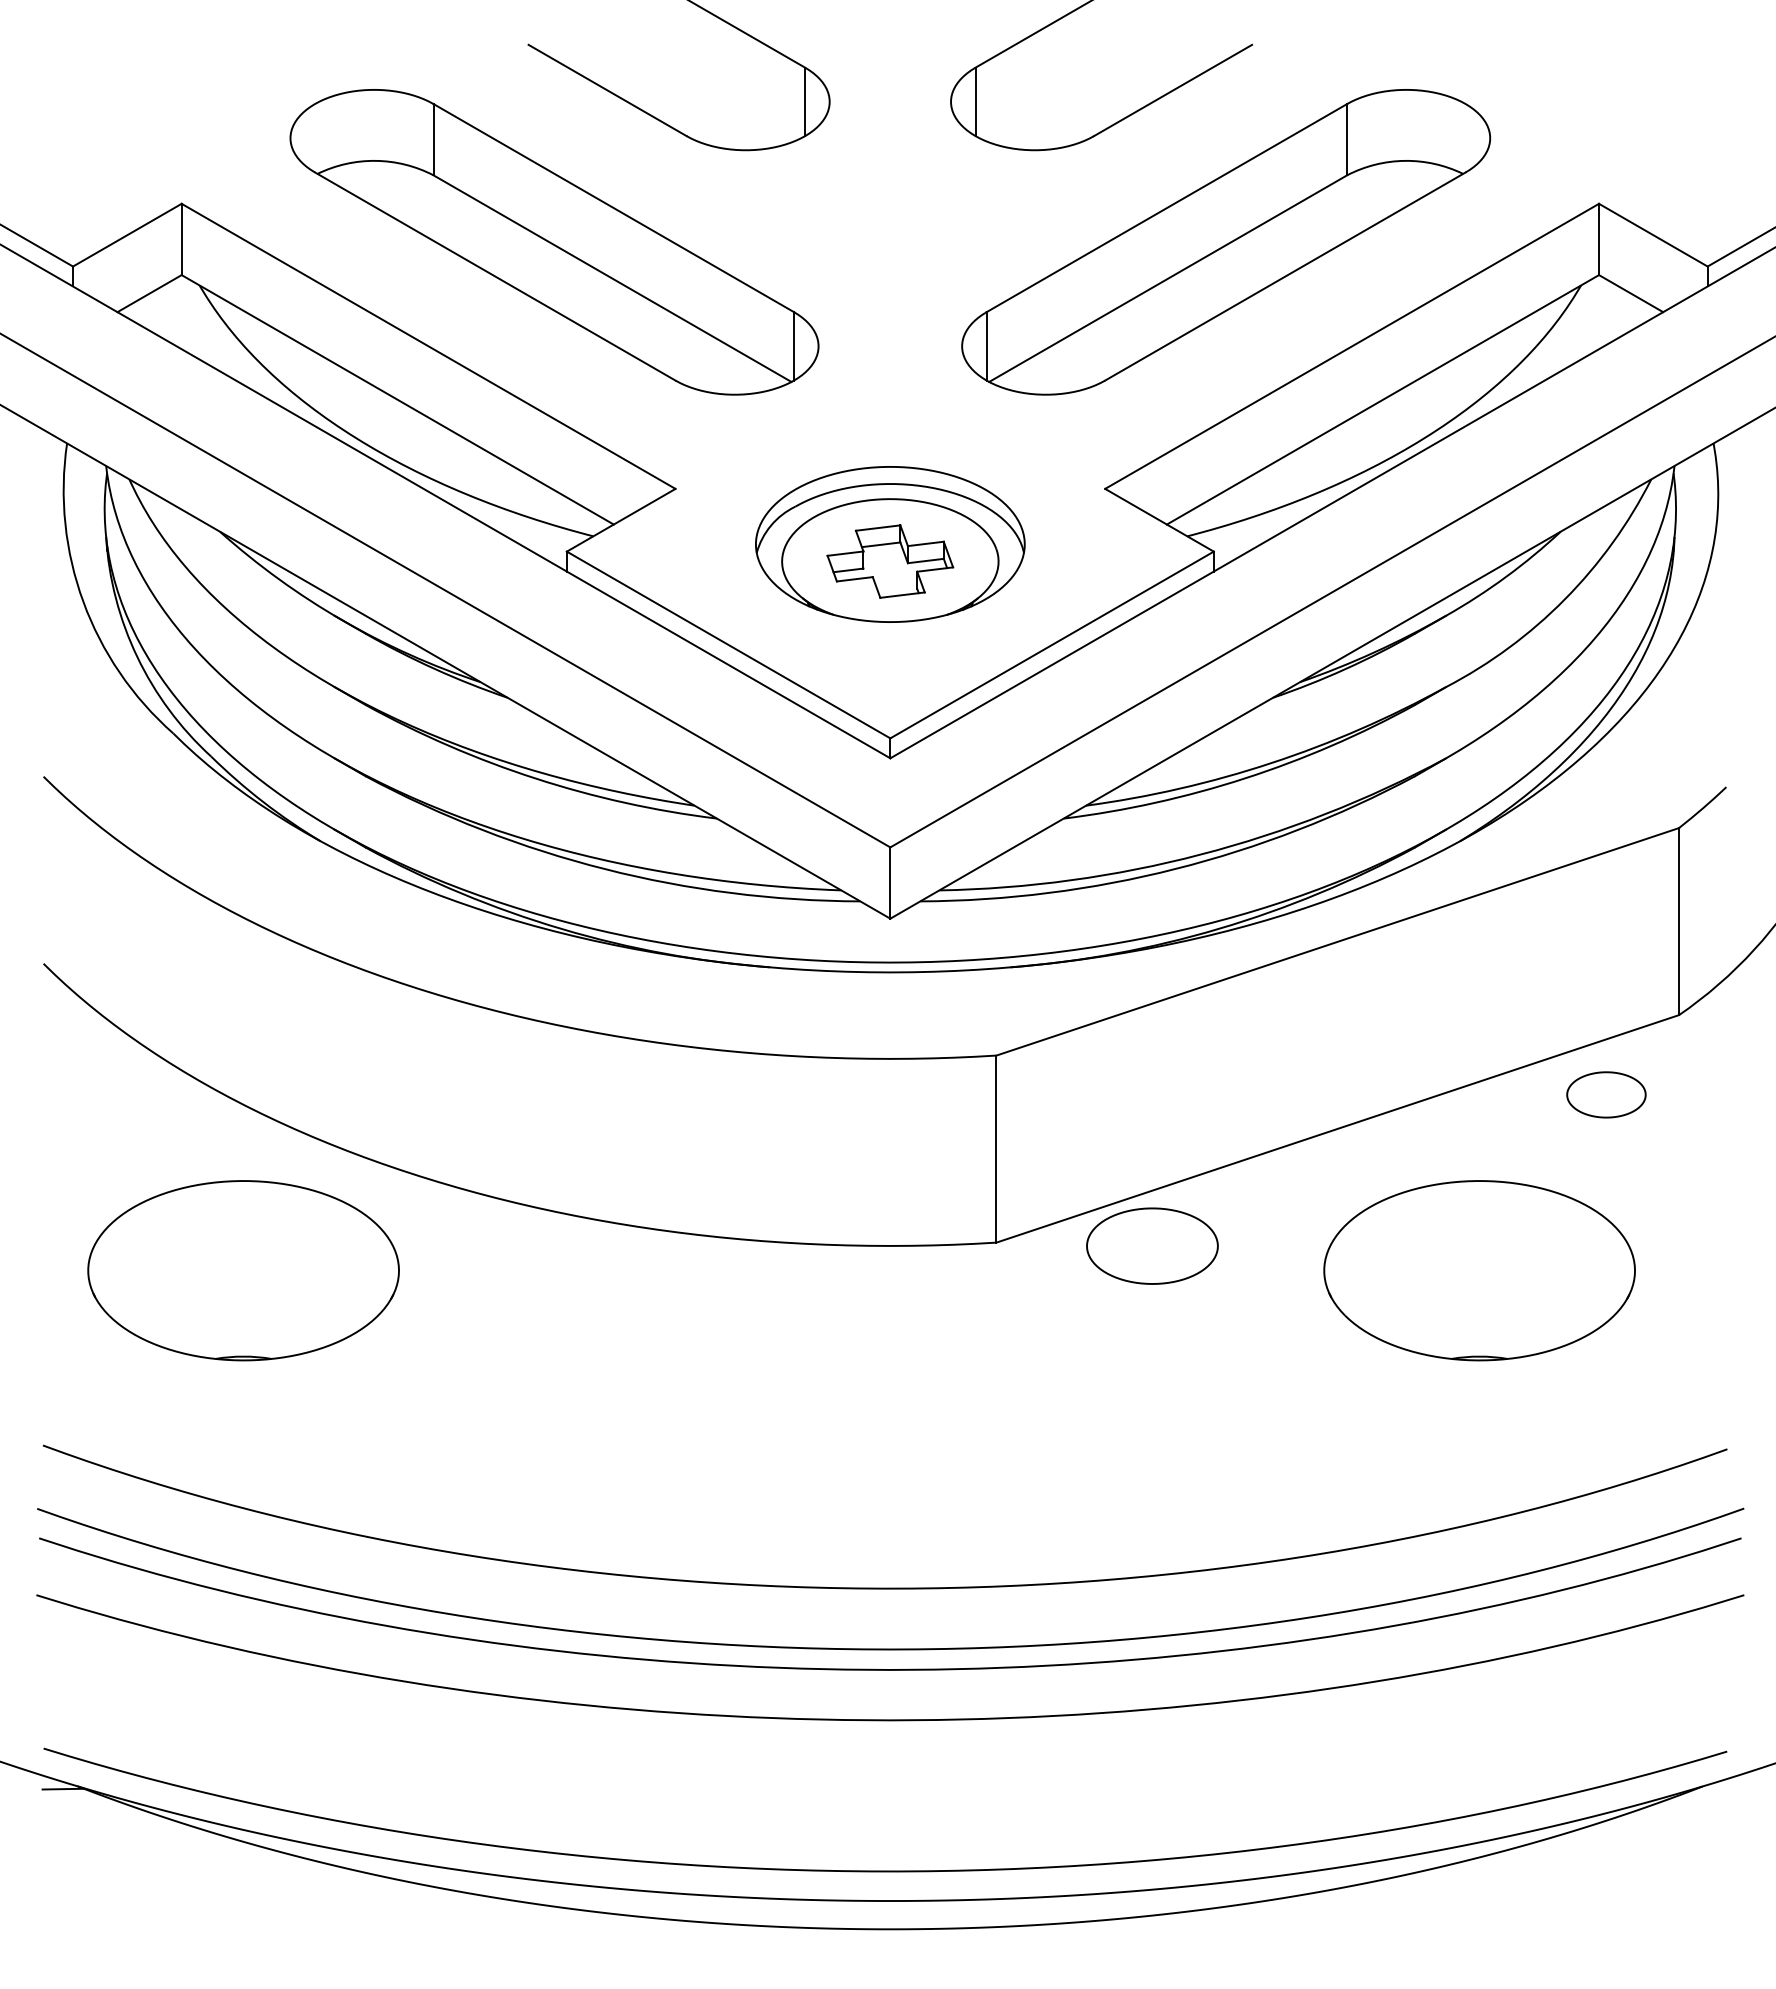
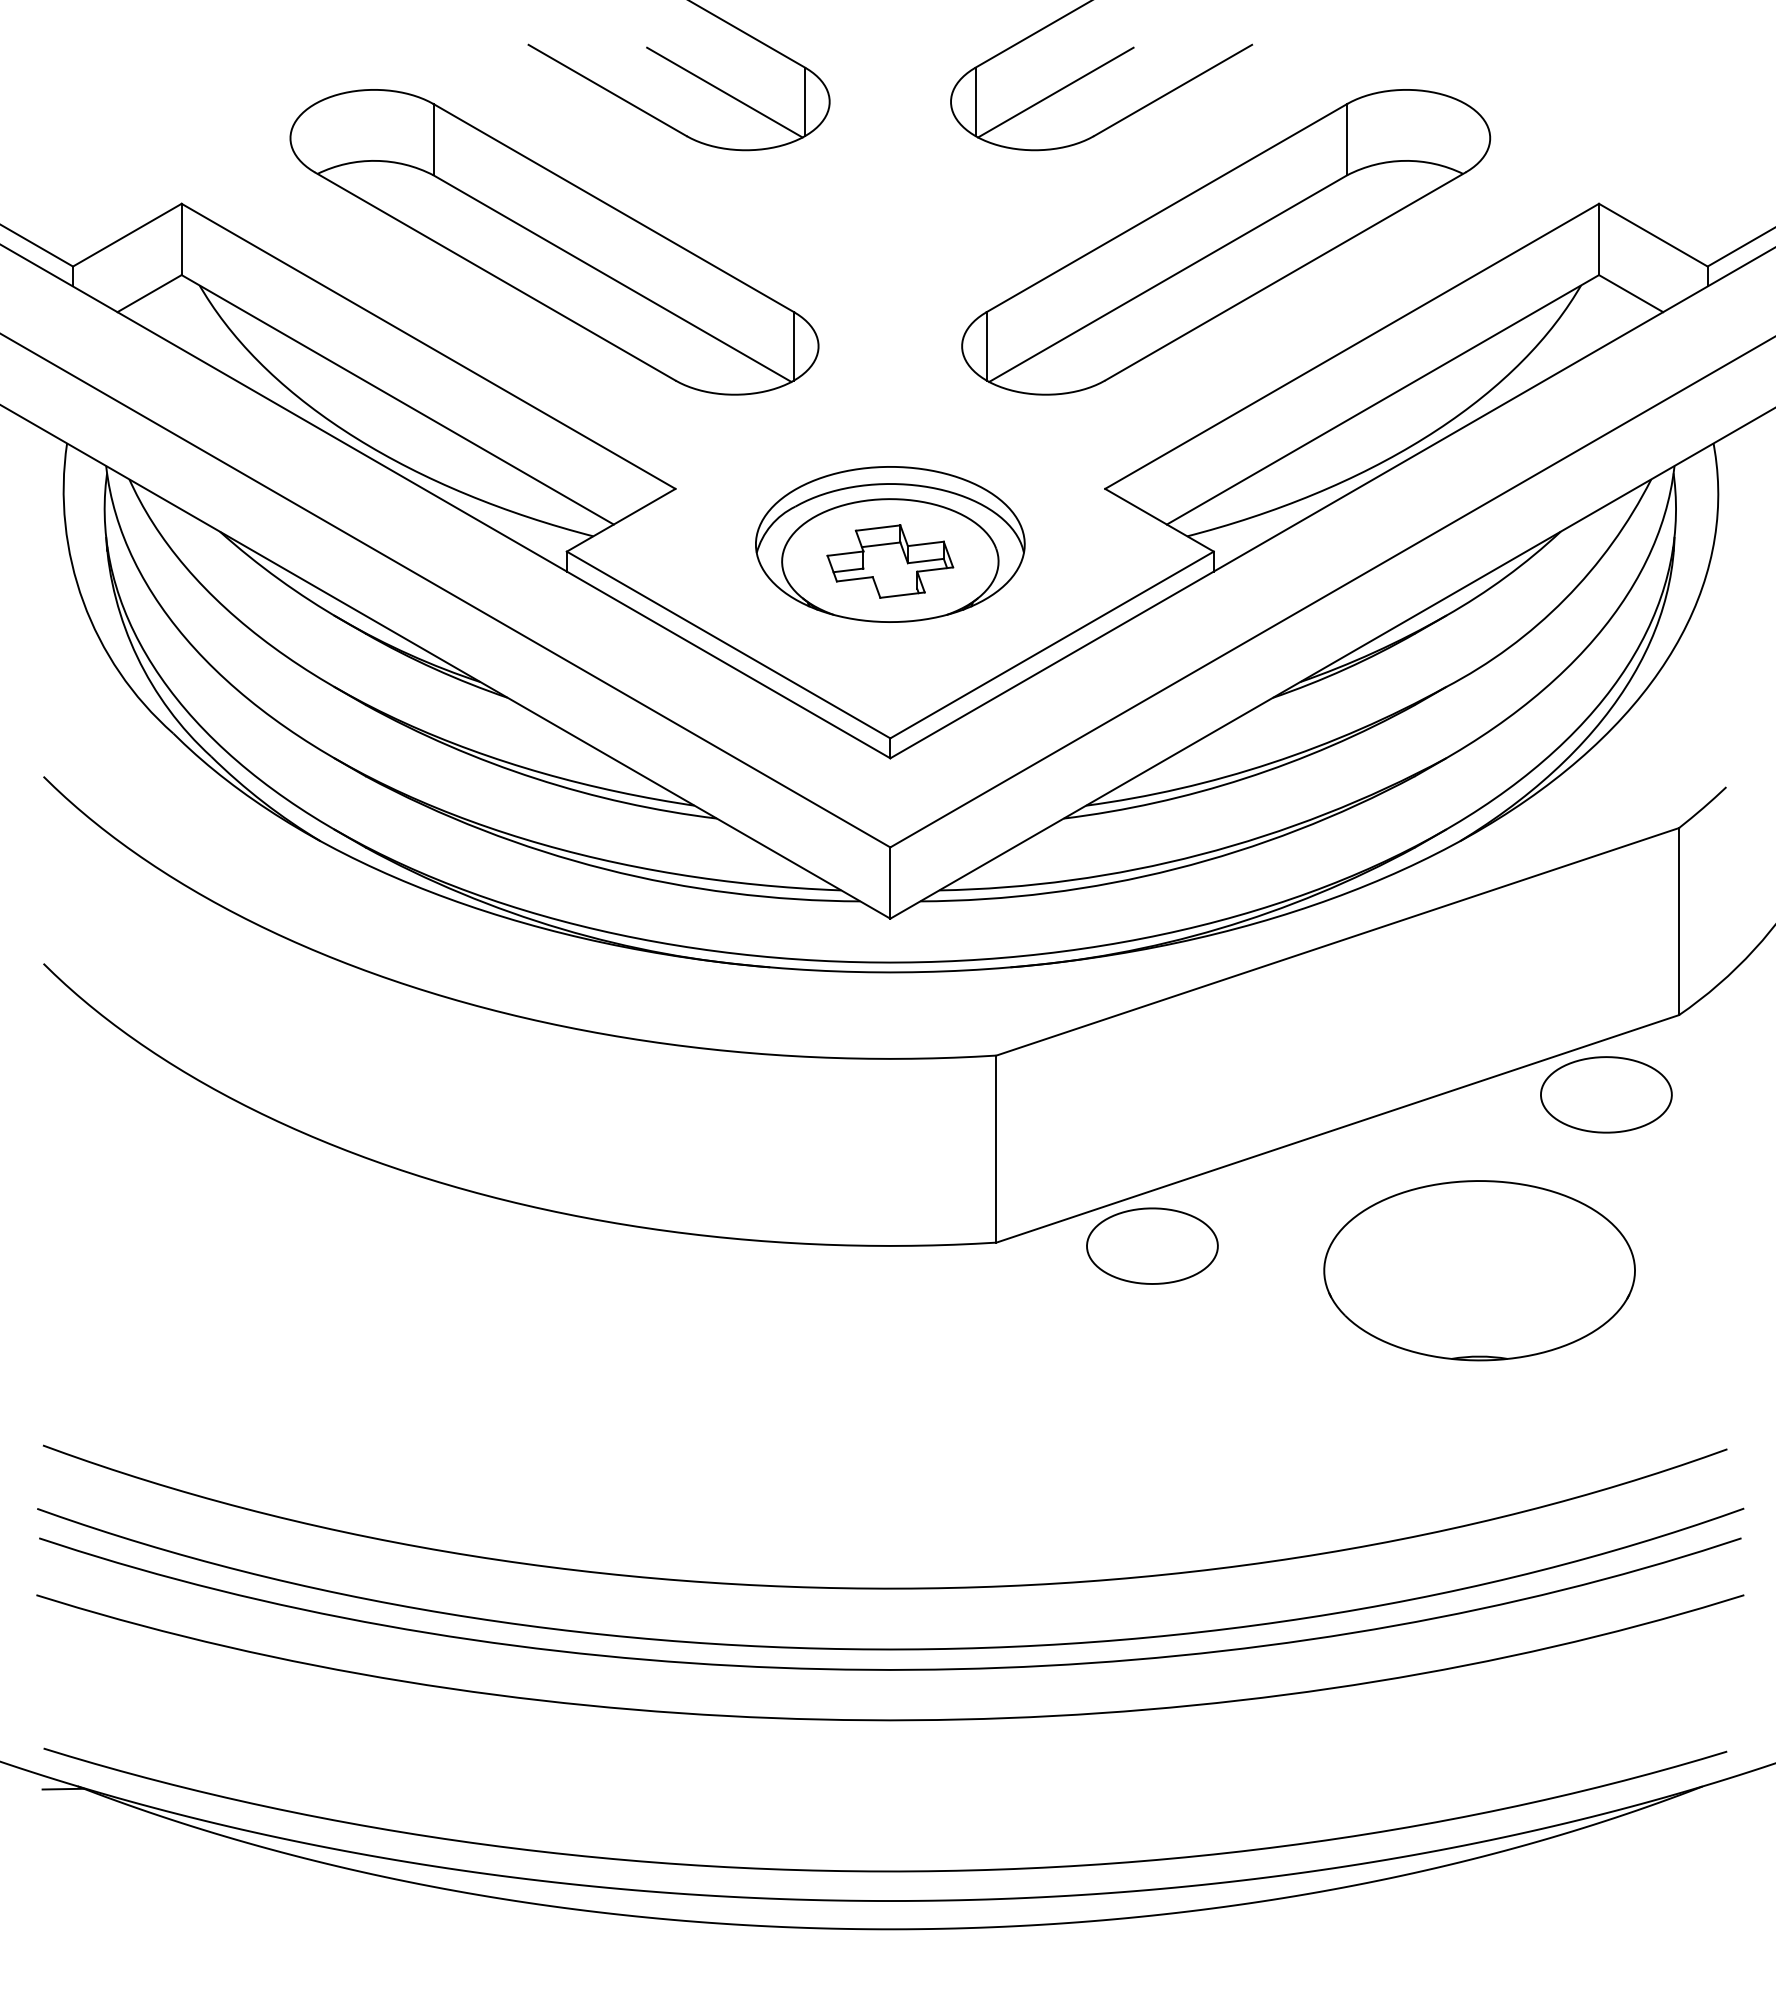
line at (724, 92): none -> present
line at (1055, 92): none -> present
part at (1606, 1094) size: 81x48 px -> 133x78 px
part at (243, 1270): present -> none
